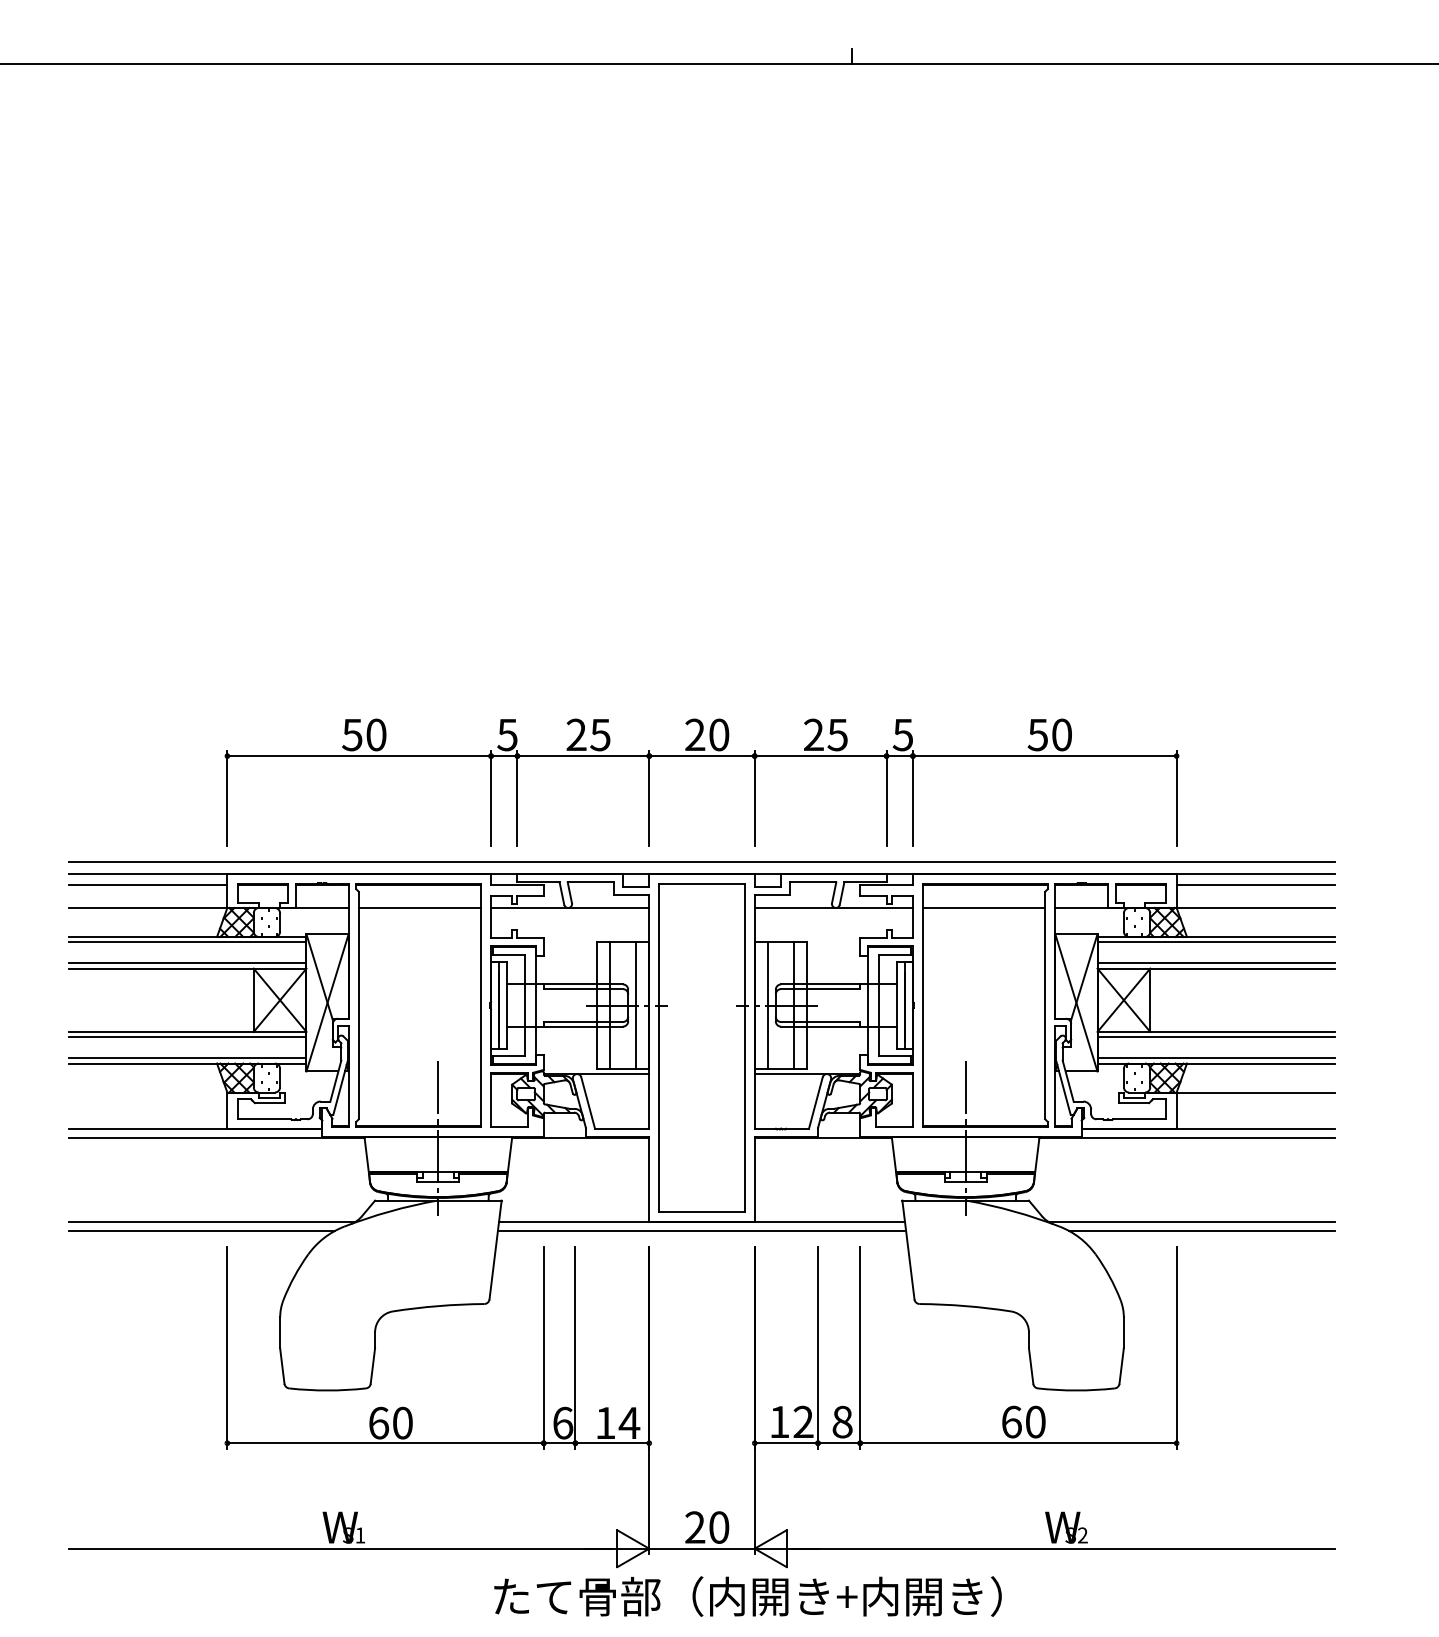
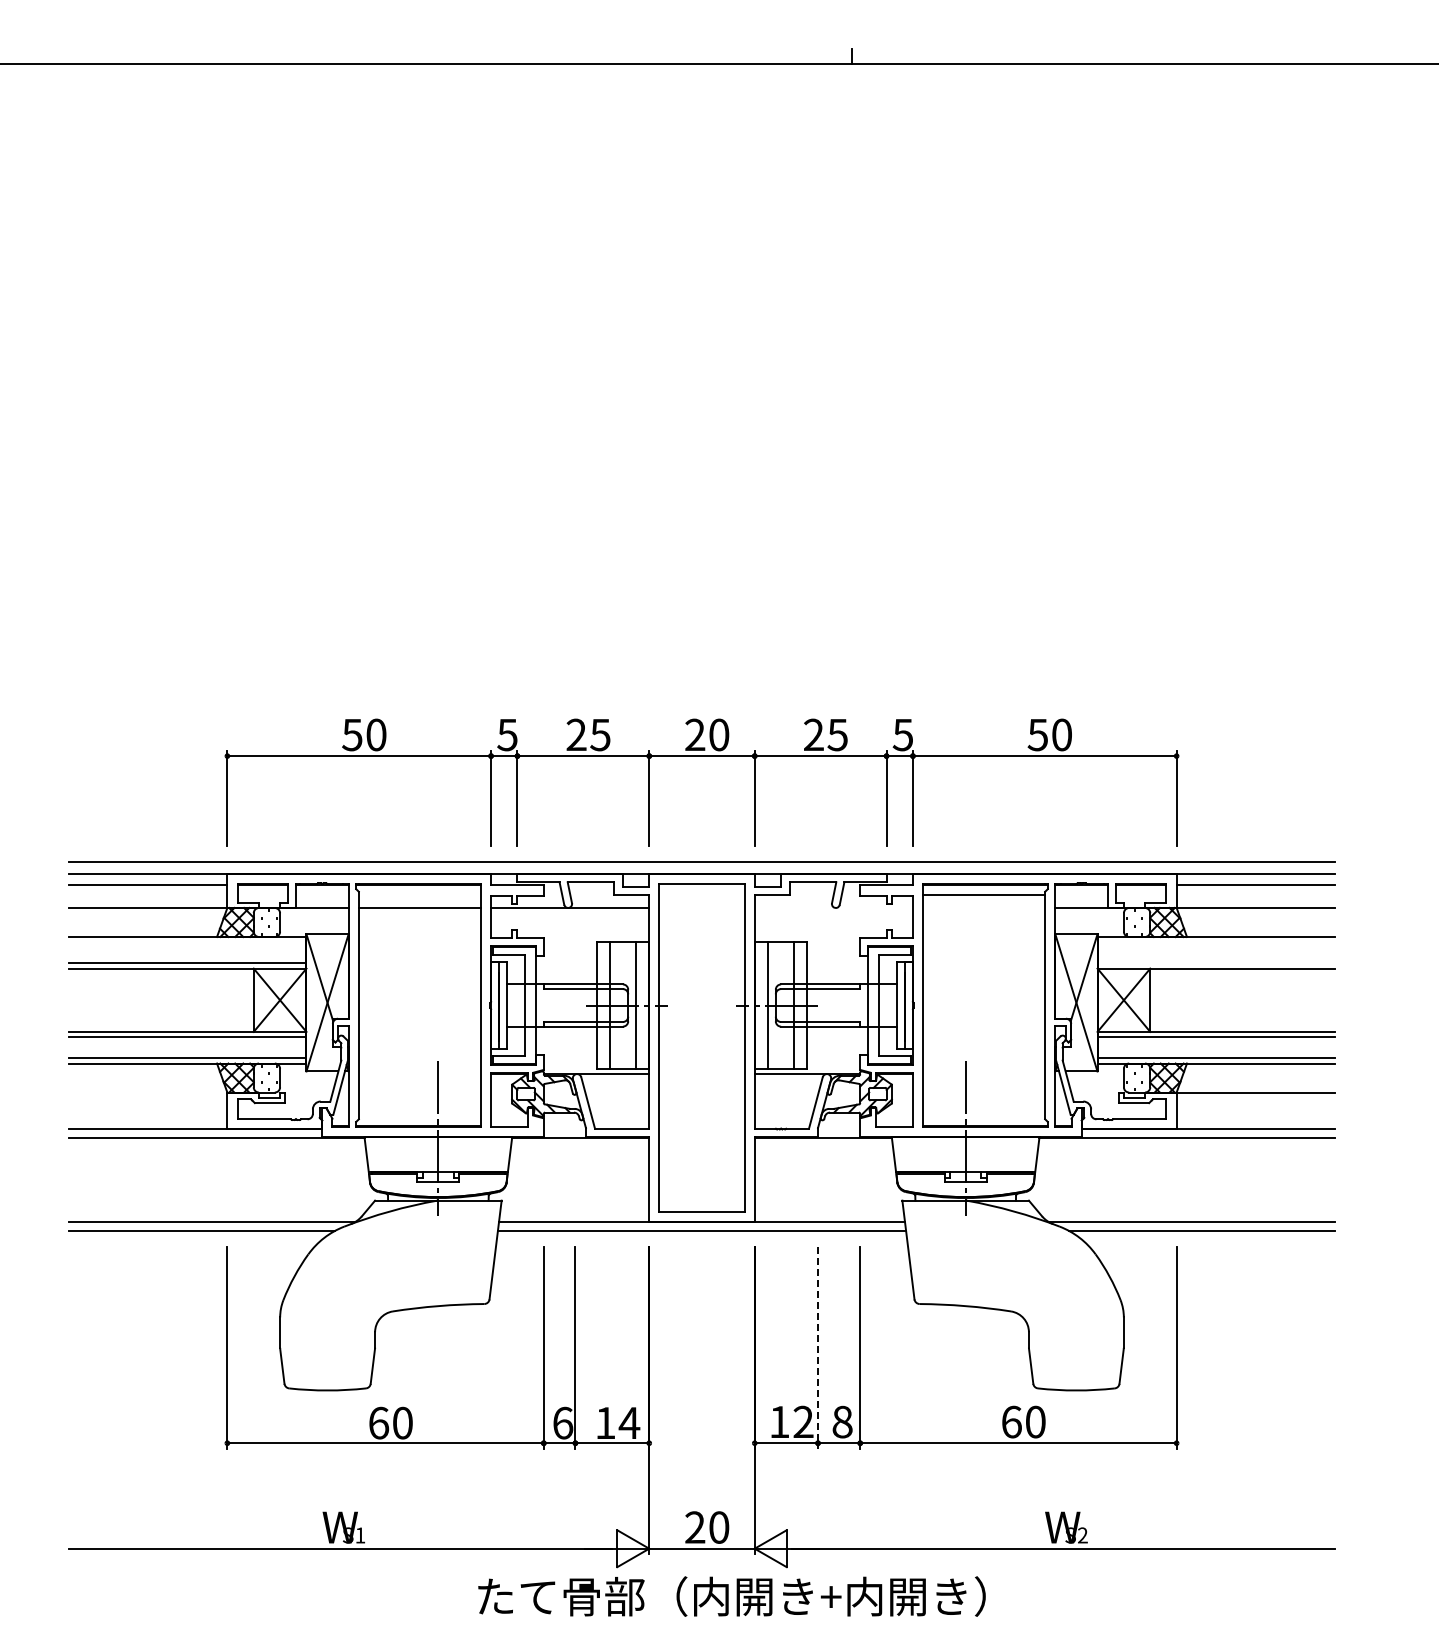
line at (833, 907): present -> none
line at (984, 907) position: (984, 907) -> (984, 894)
line at (187, 942): present -> none
line at (1215, 942): present -> none
line at (1215, 963): present -> none
line at (818, 1347): solid -> dashed
text at (747, 1596) position: (747, 1596) -> (731, 1596)
